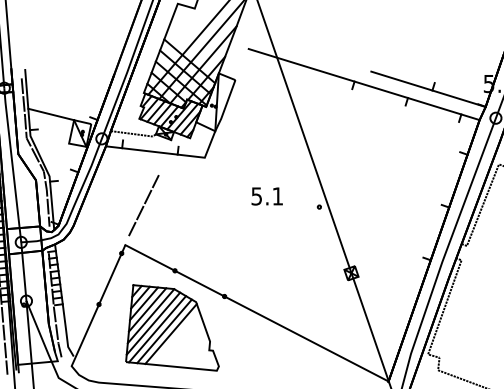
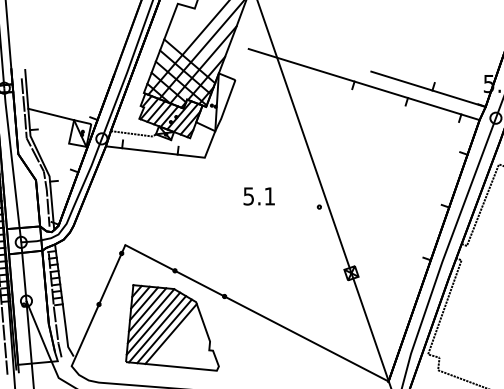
text at (266, 196) position: (266, 196) -> (258, 196)
line at (143, 206): present -> none
